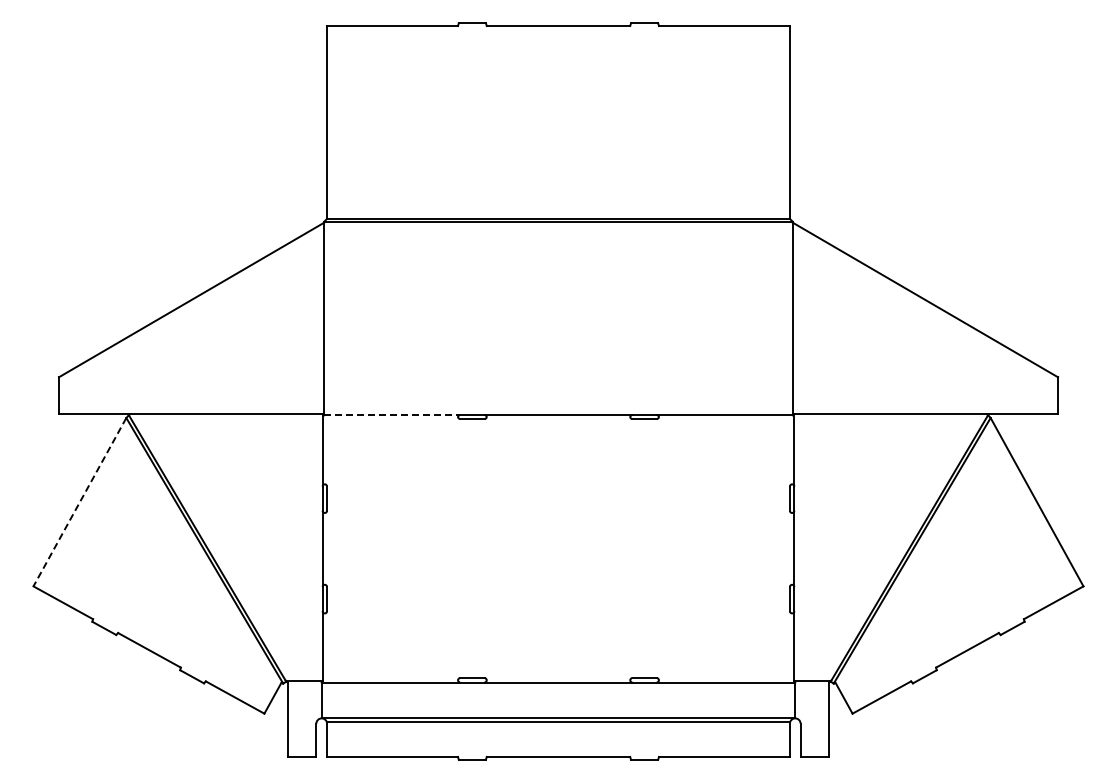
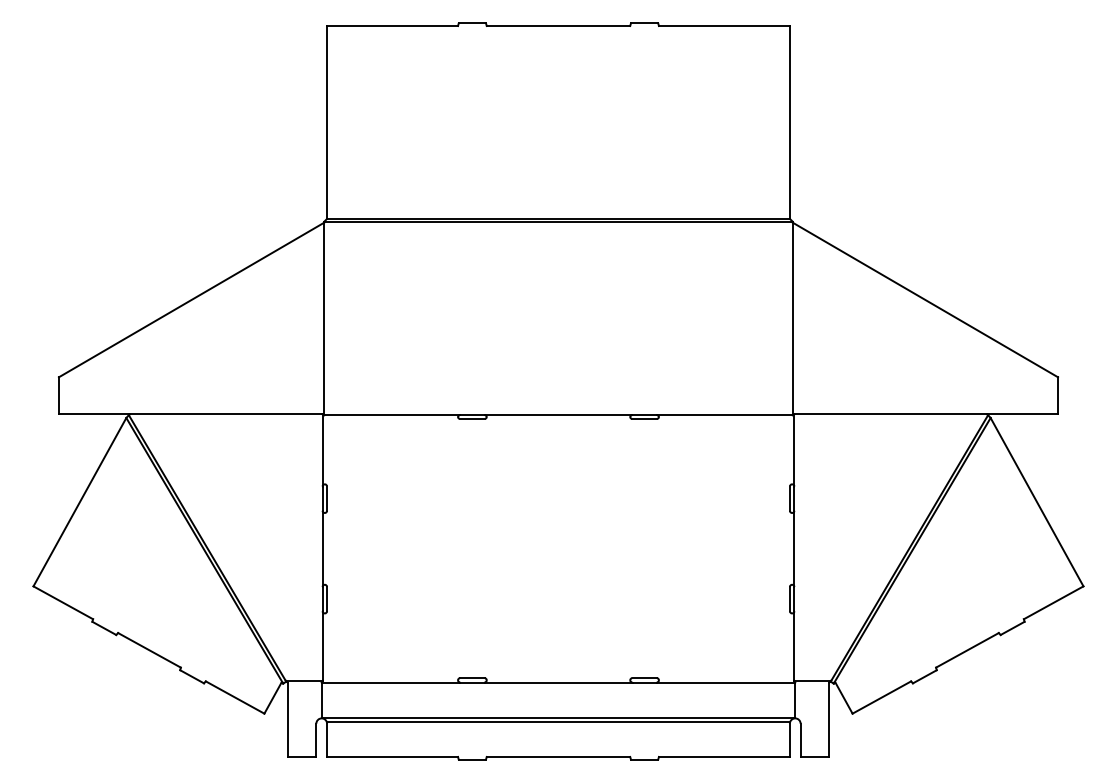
line at (392, 415): dashed -> solid
line at (79, 502): dashed -> solid
